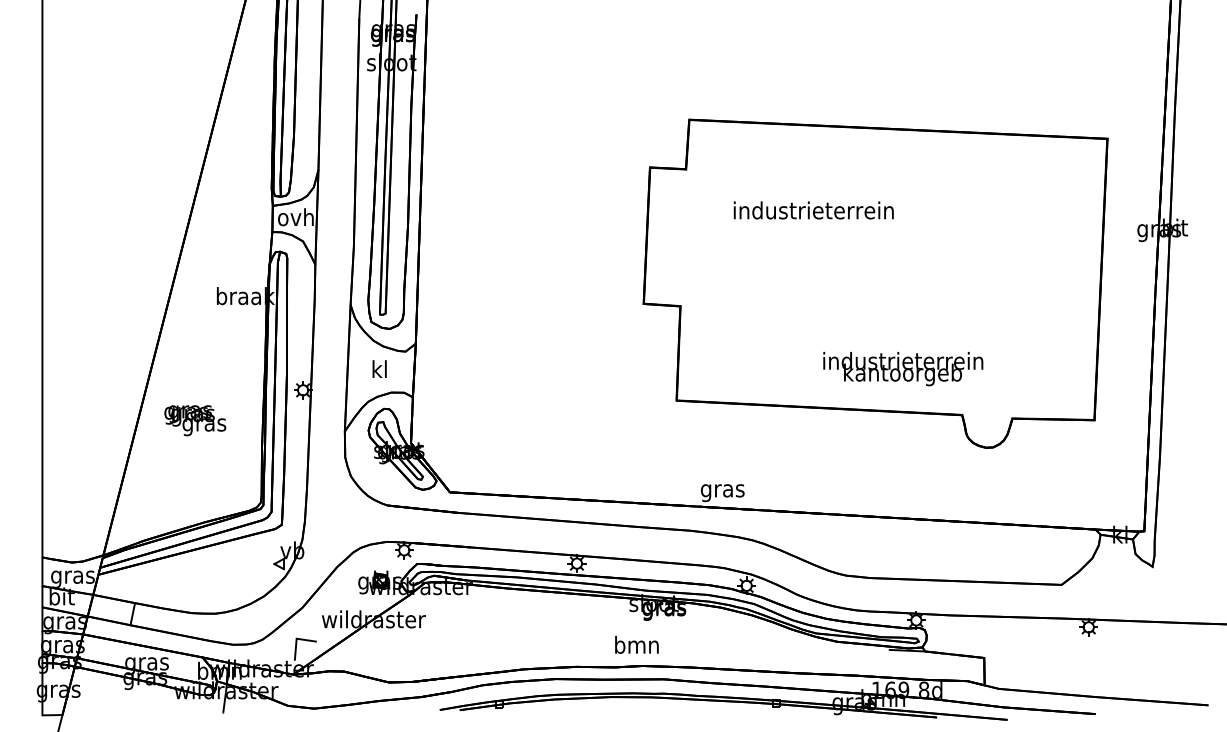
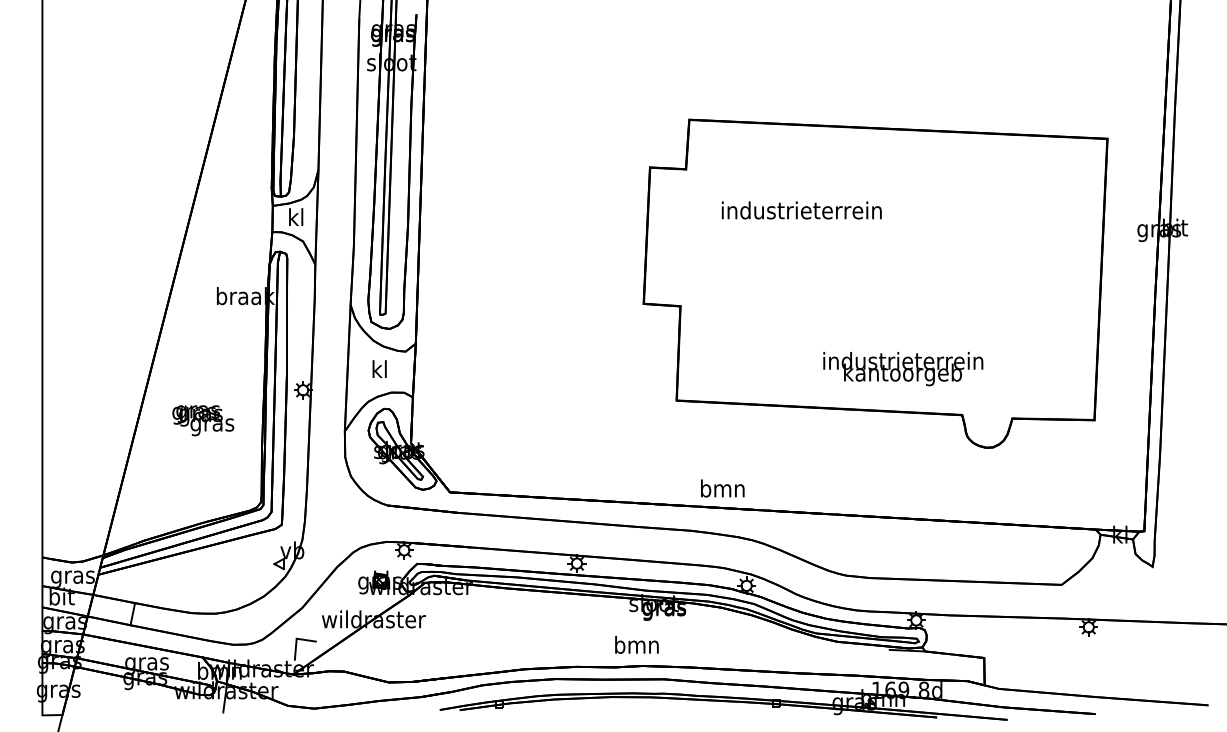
text at (813, 210) position: (813, 210) -> (801, 210)
text at (295, 217): ovh -> kl
text at (195, 420) position: (195, 420) -> (203, 420)
text at (722, 490): gras -> bmn
